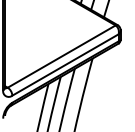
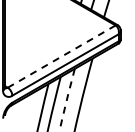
line at (62, 56): solid -> dashed
arc at (66, 100): solid -> dashed
